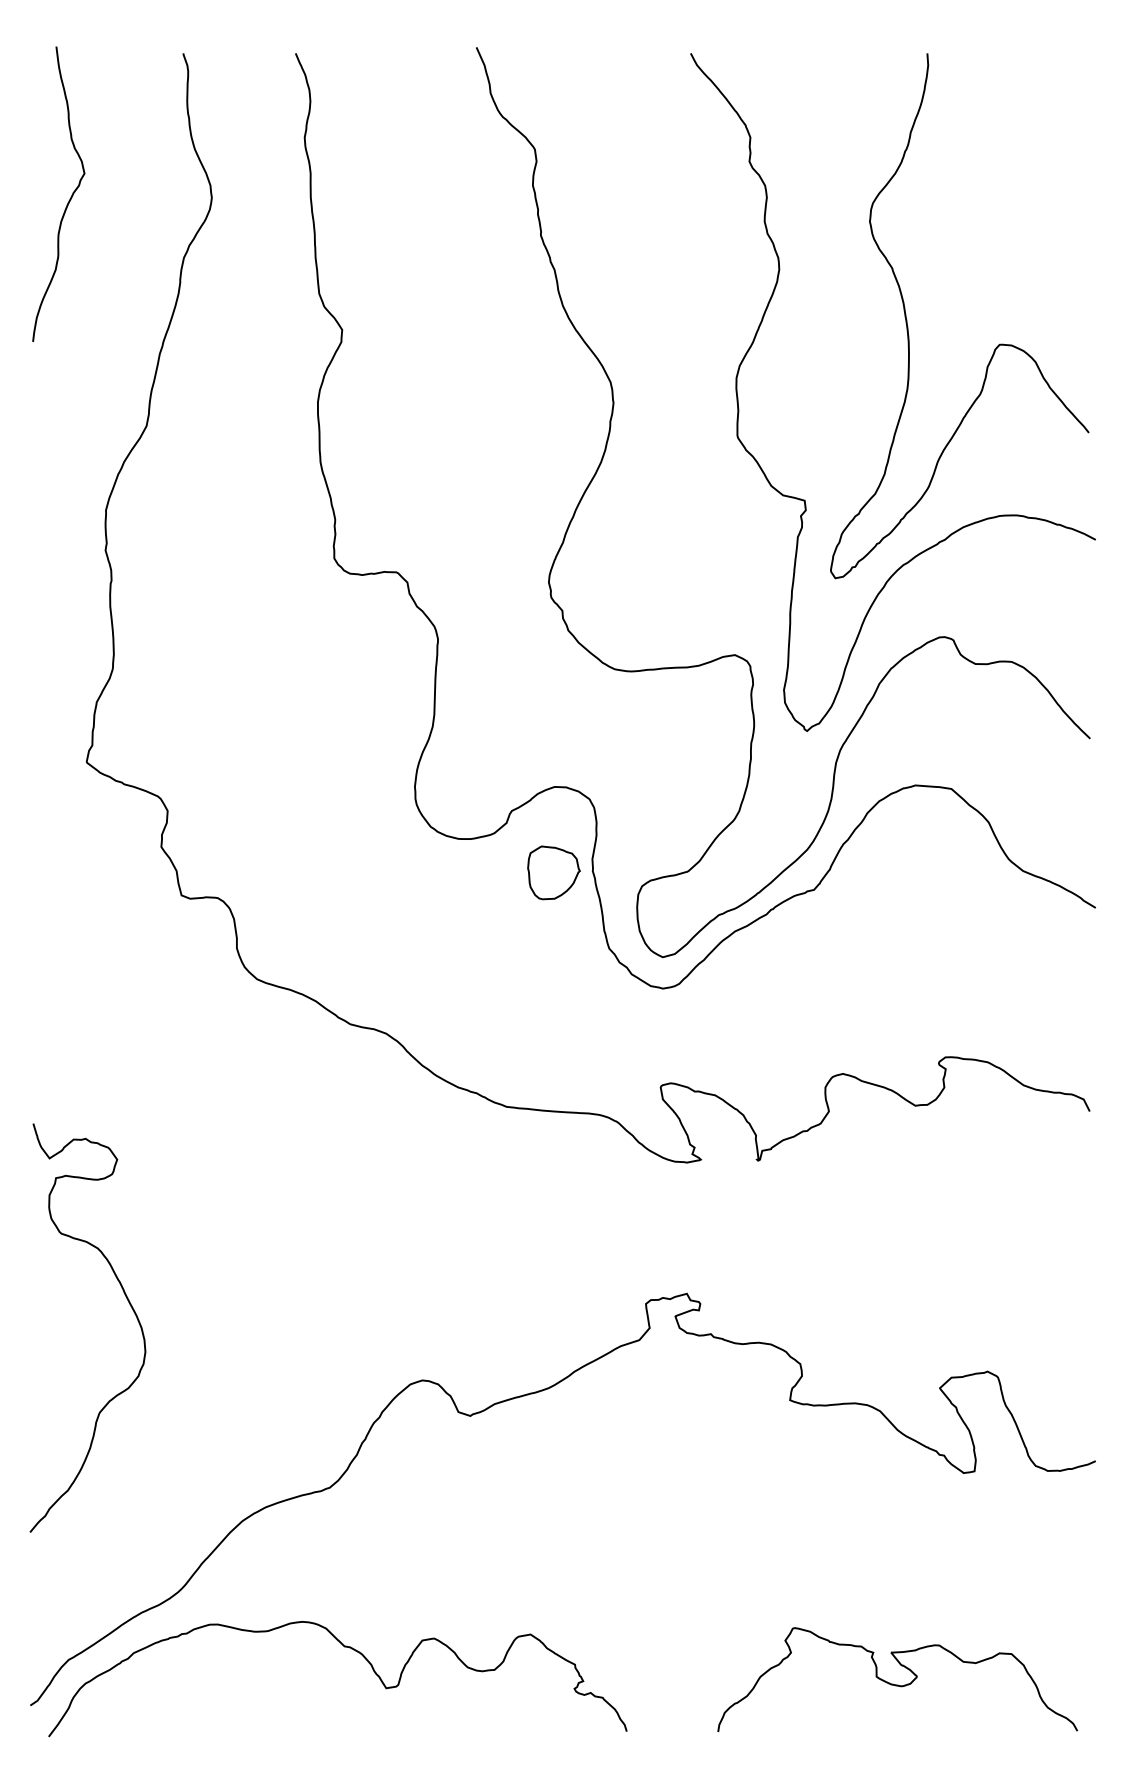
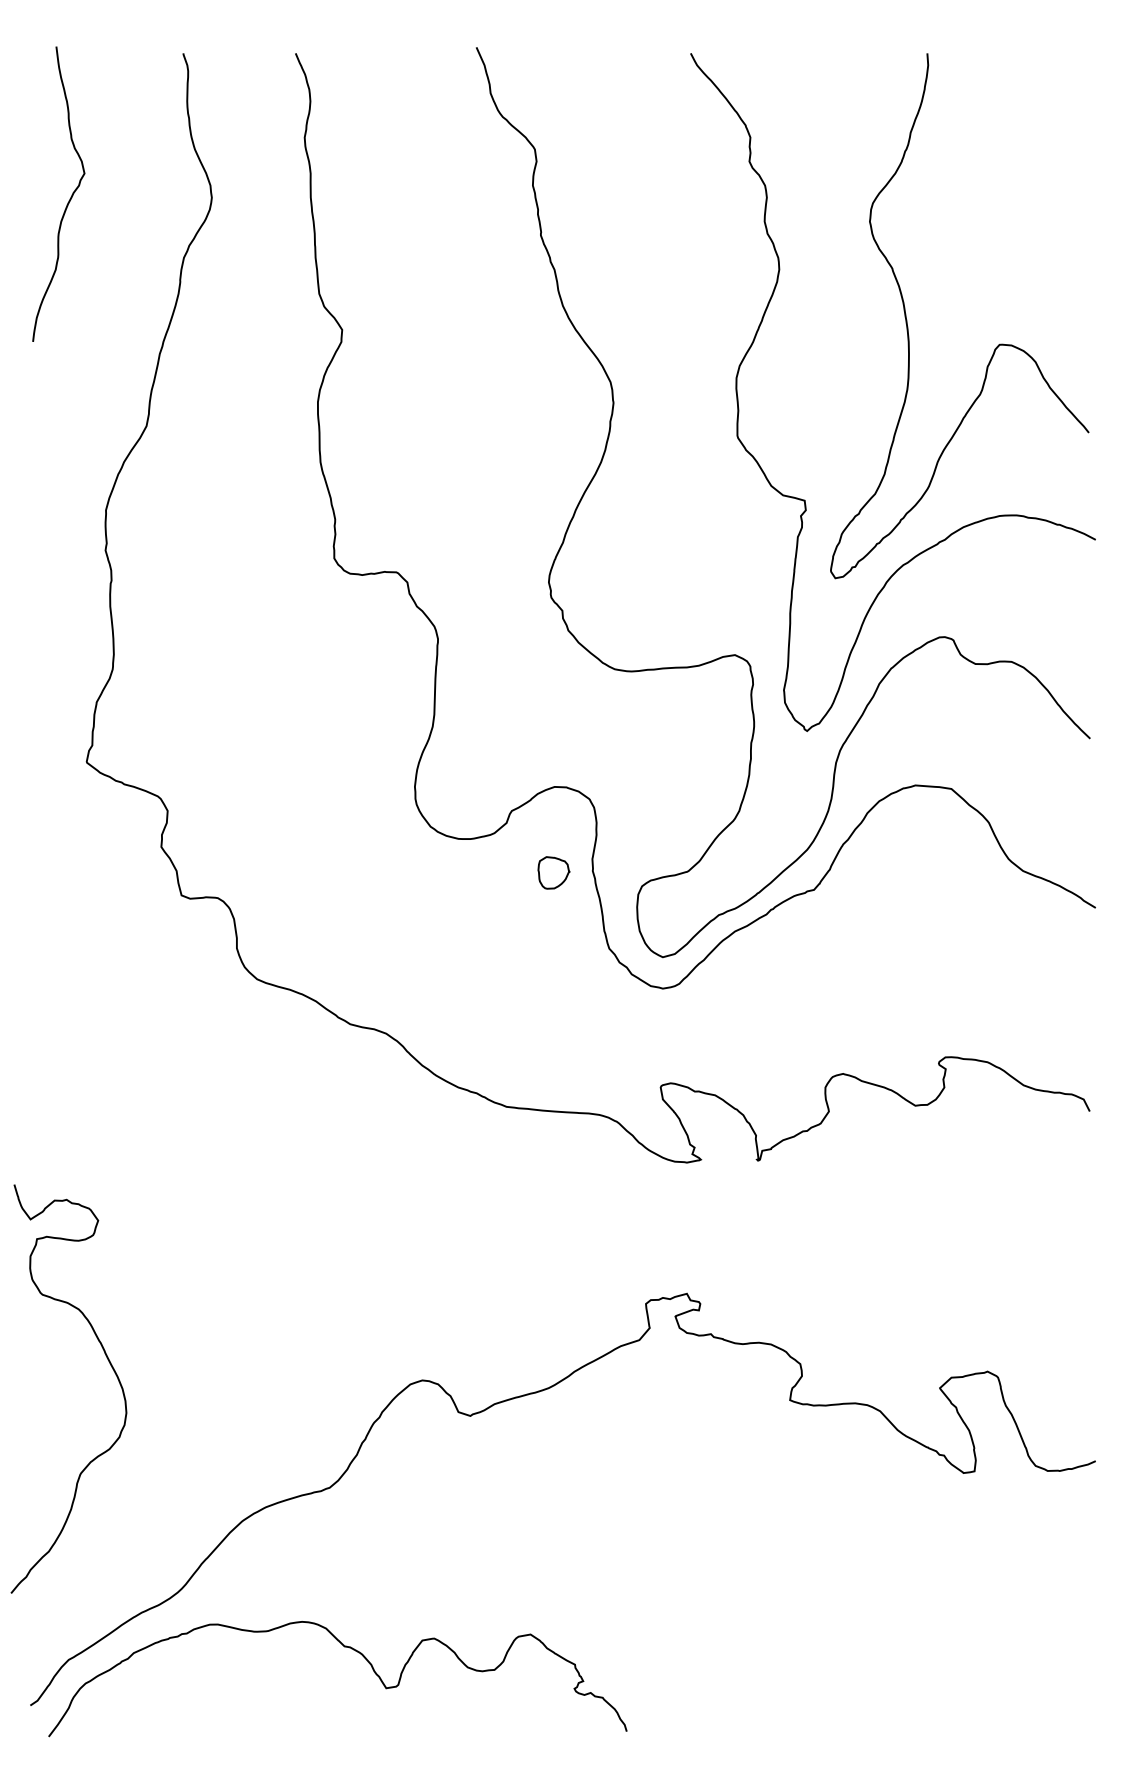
part at (553, 872) size: 54x56 px -> 34x34 px
curve at (130, 1306) position: (130, 1306) -> (111, 1367)
curve at (897, 1684): present -> none
